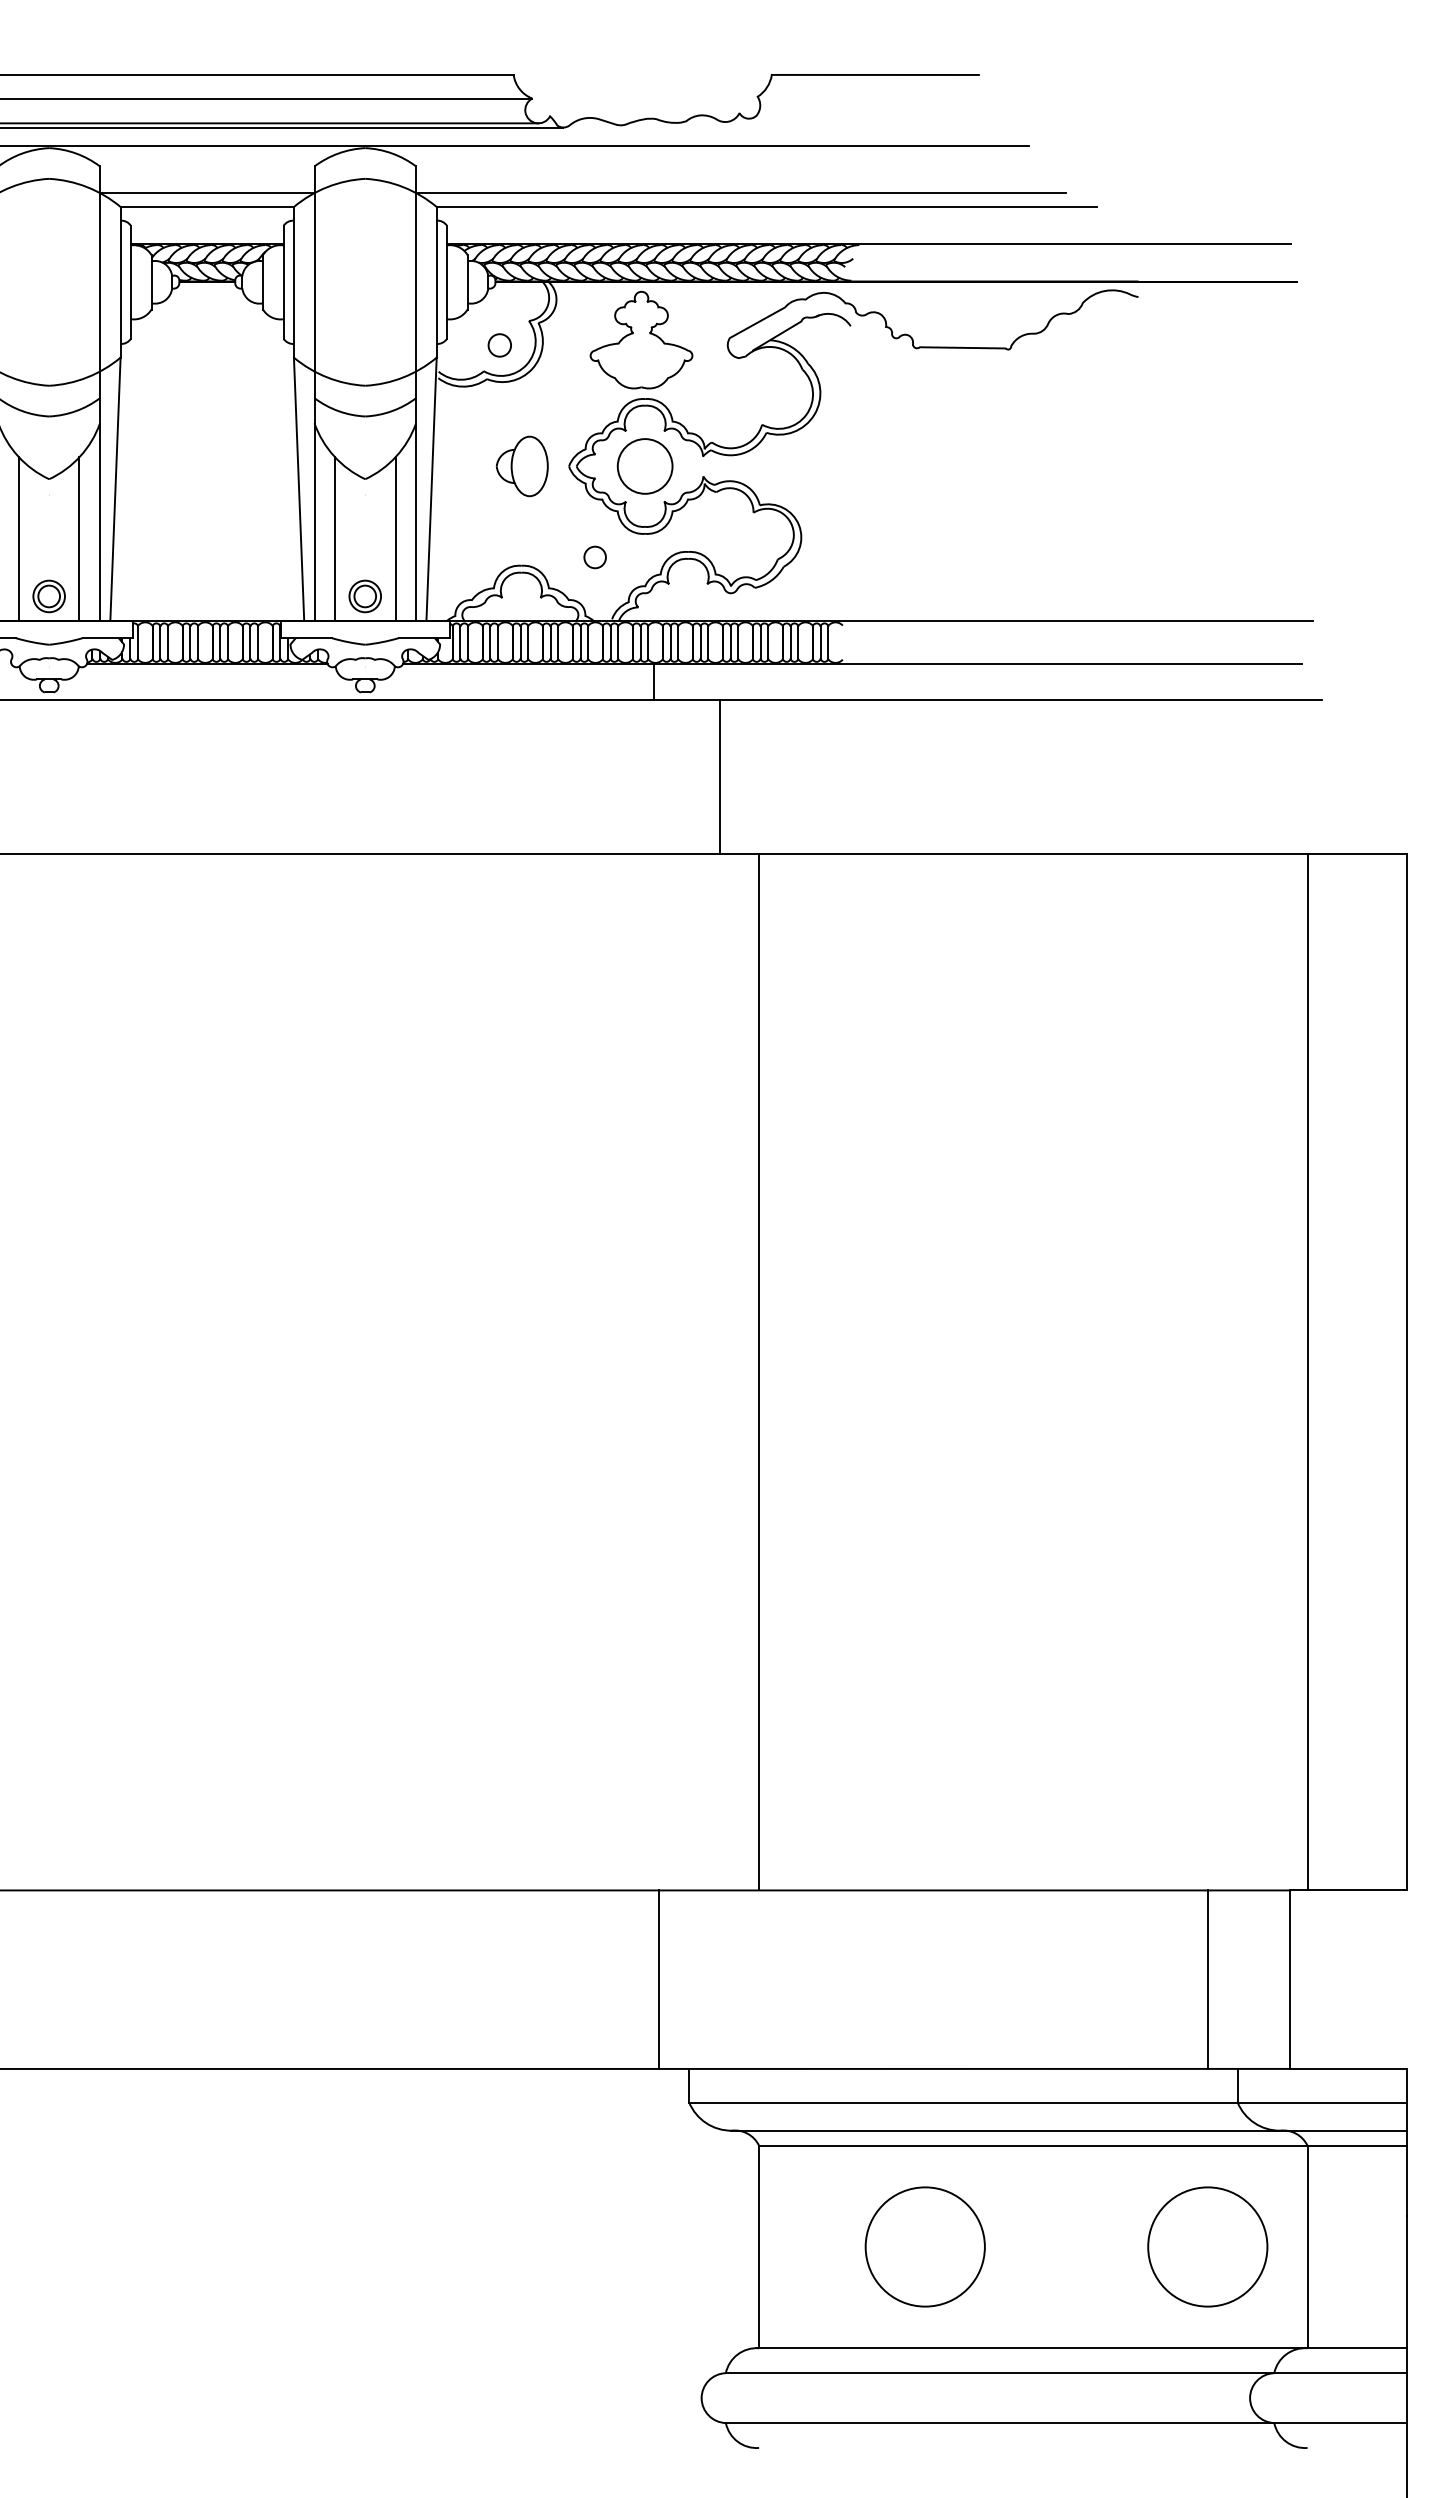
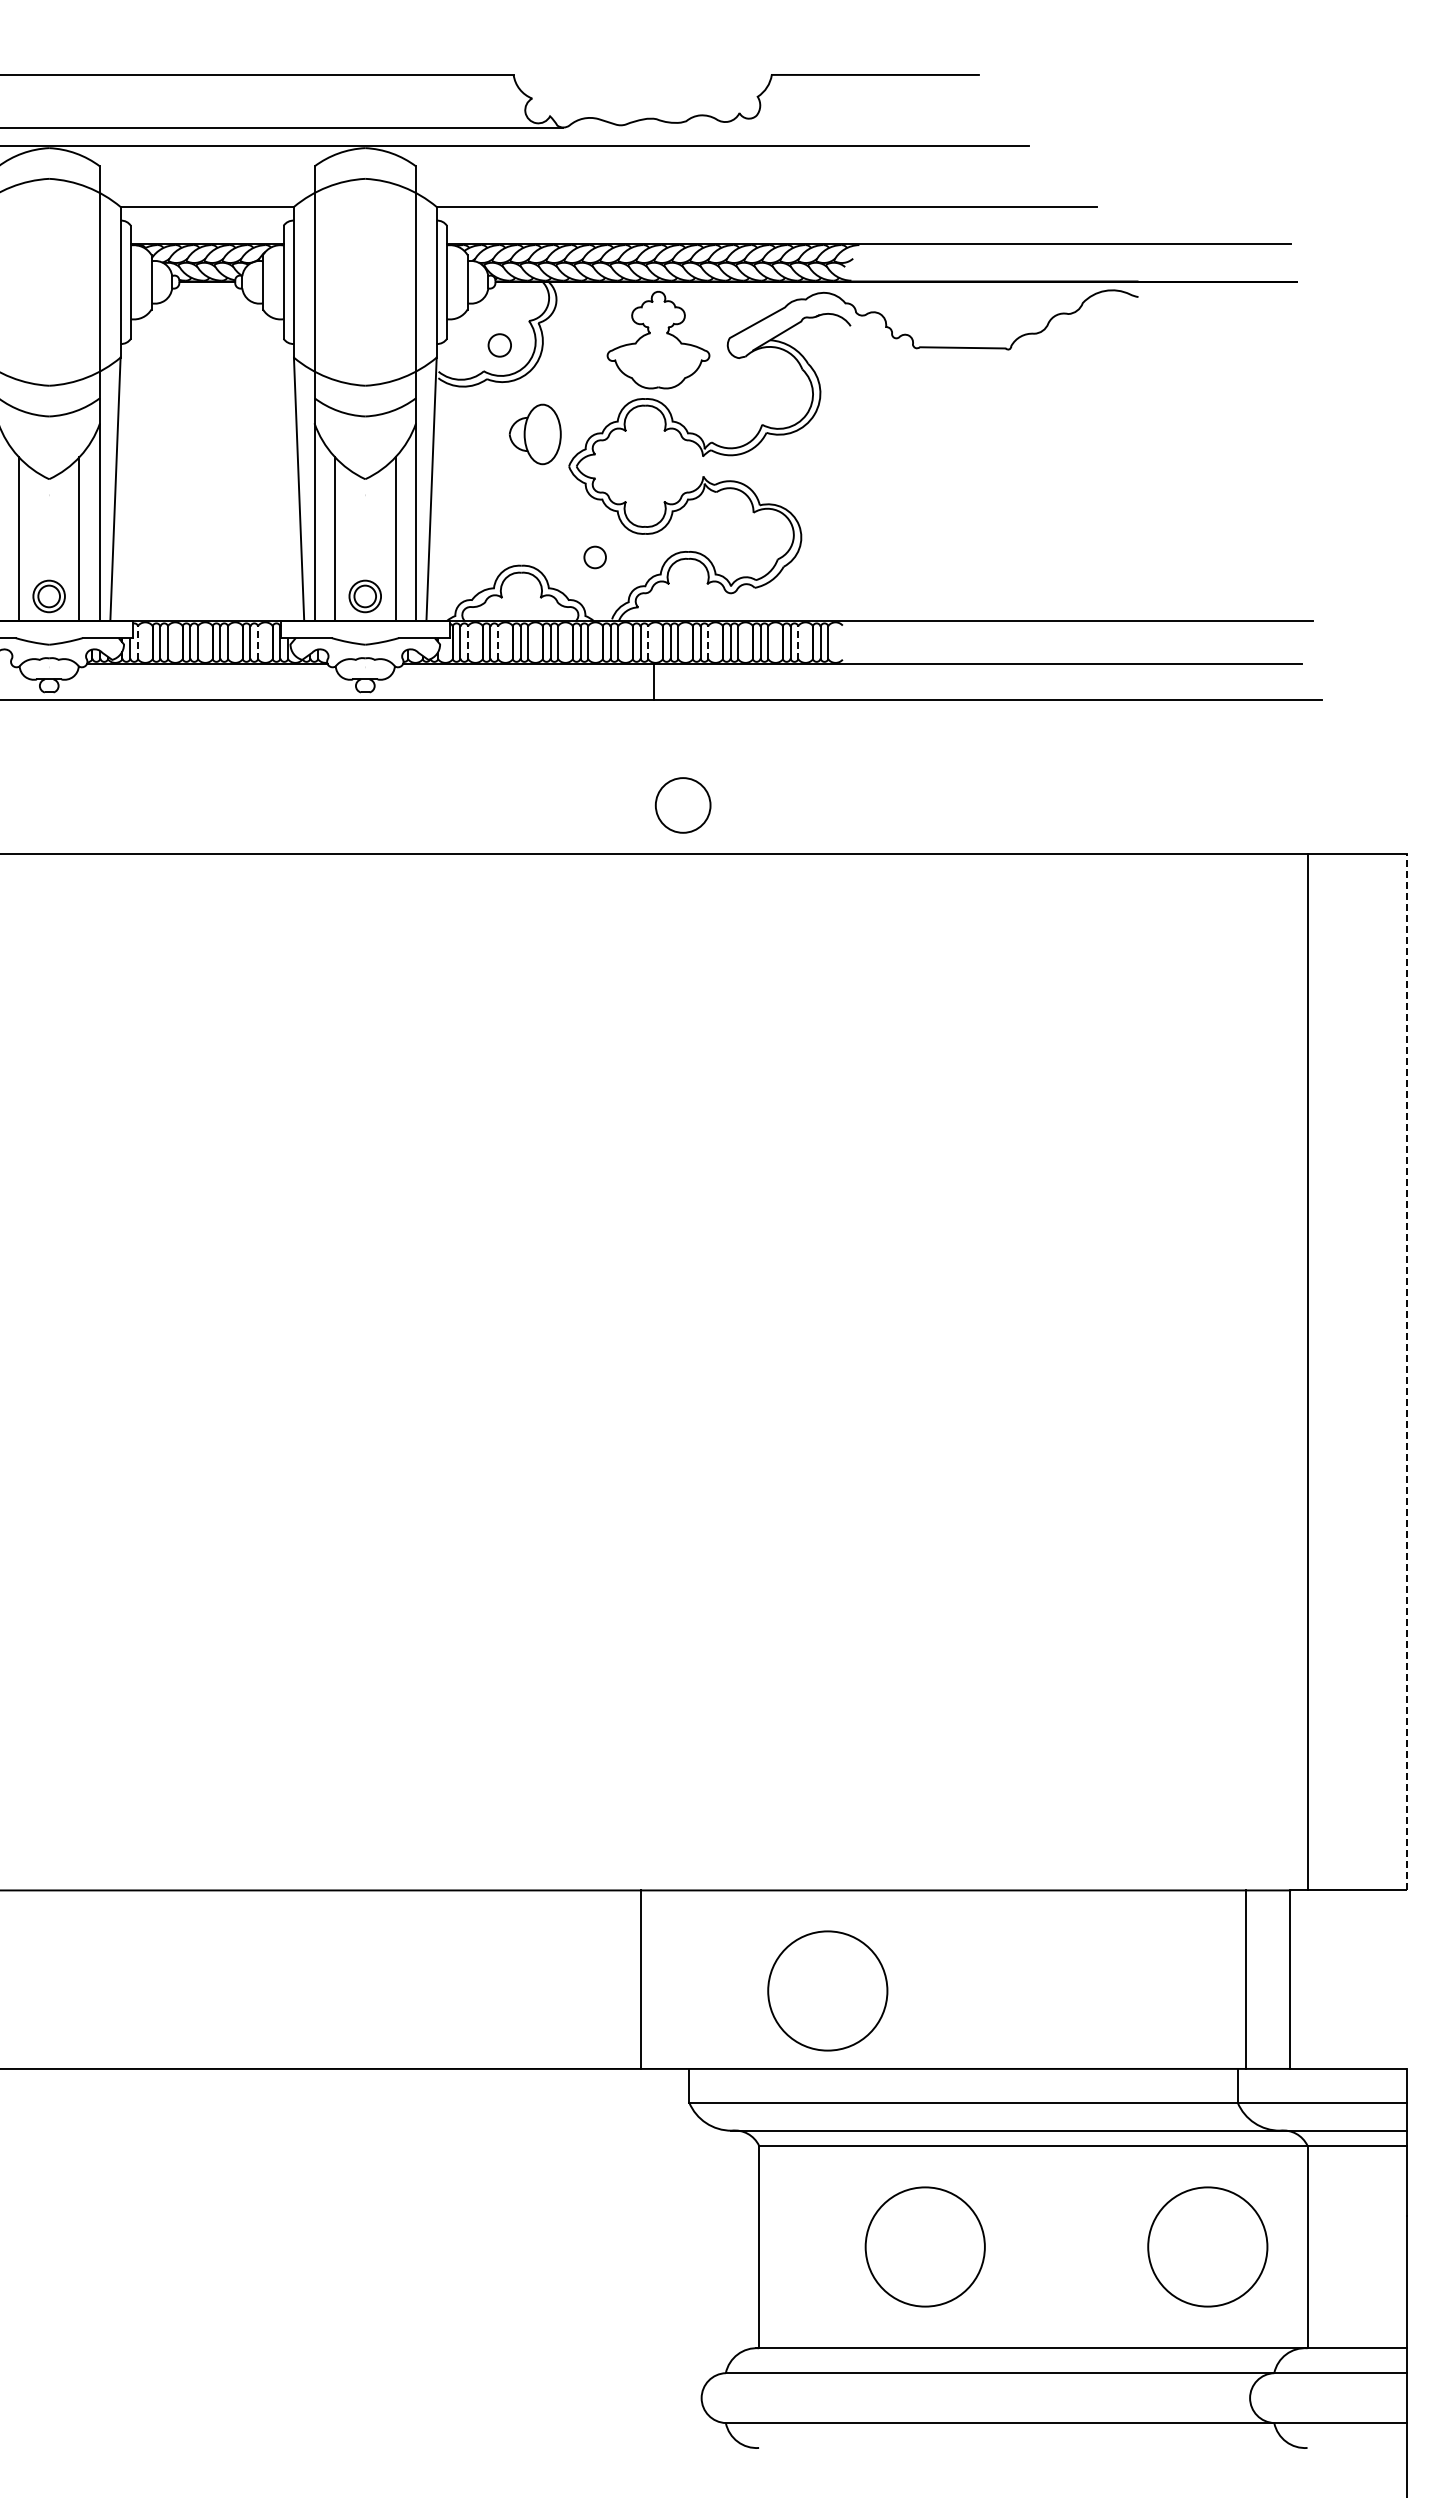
line at (267, 98): present -> none
line at (270, 123): present -> none
line at (207, 193): present -> none
line at (741, 193): present -> none
part at (641, 340) position: (641, 340) -> (658, 340)
part at (521, 466) position: (521, 466) -> (534, 434)
circle at (644, 466) position: (644, 466) -> (682, 805)
line at (138, 642): solid -> dashed
line at (258, 642): solid -> dashed
line at (468, 642): solid -> dashed
line at (498, 642): solid -> dashed
line at (648, 642): solid -> dashed
line at (708, 642): solid -> dashed
line at (798, 642): solid -> dashed
line at (720, 776): present -> none
line at (759, 1371): present -> none
line at (1407, 1371): solid -> dashed
line at (659, 1979) position: (659, 1979) -> (641, 1979)
line at (1207, 1979) position: (1207, 1979) -> (1245, 1979)
circle at (827, 1990): none -> present
